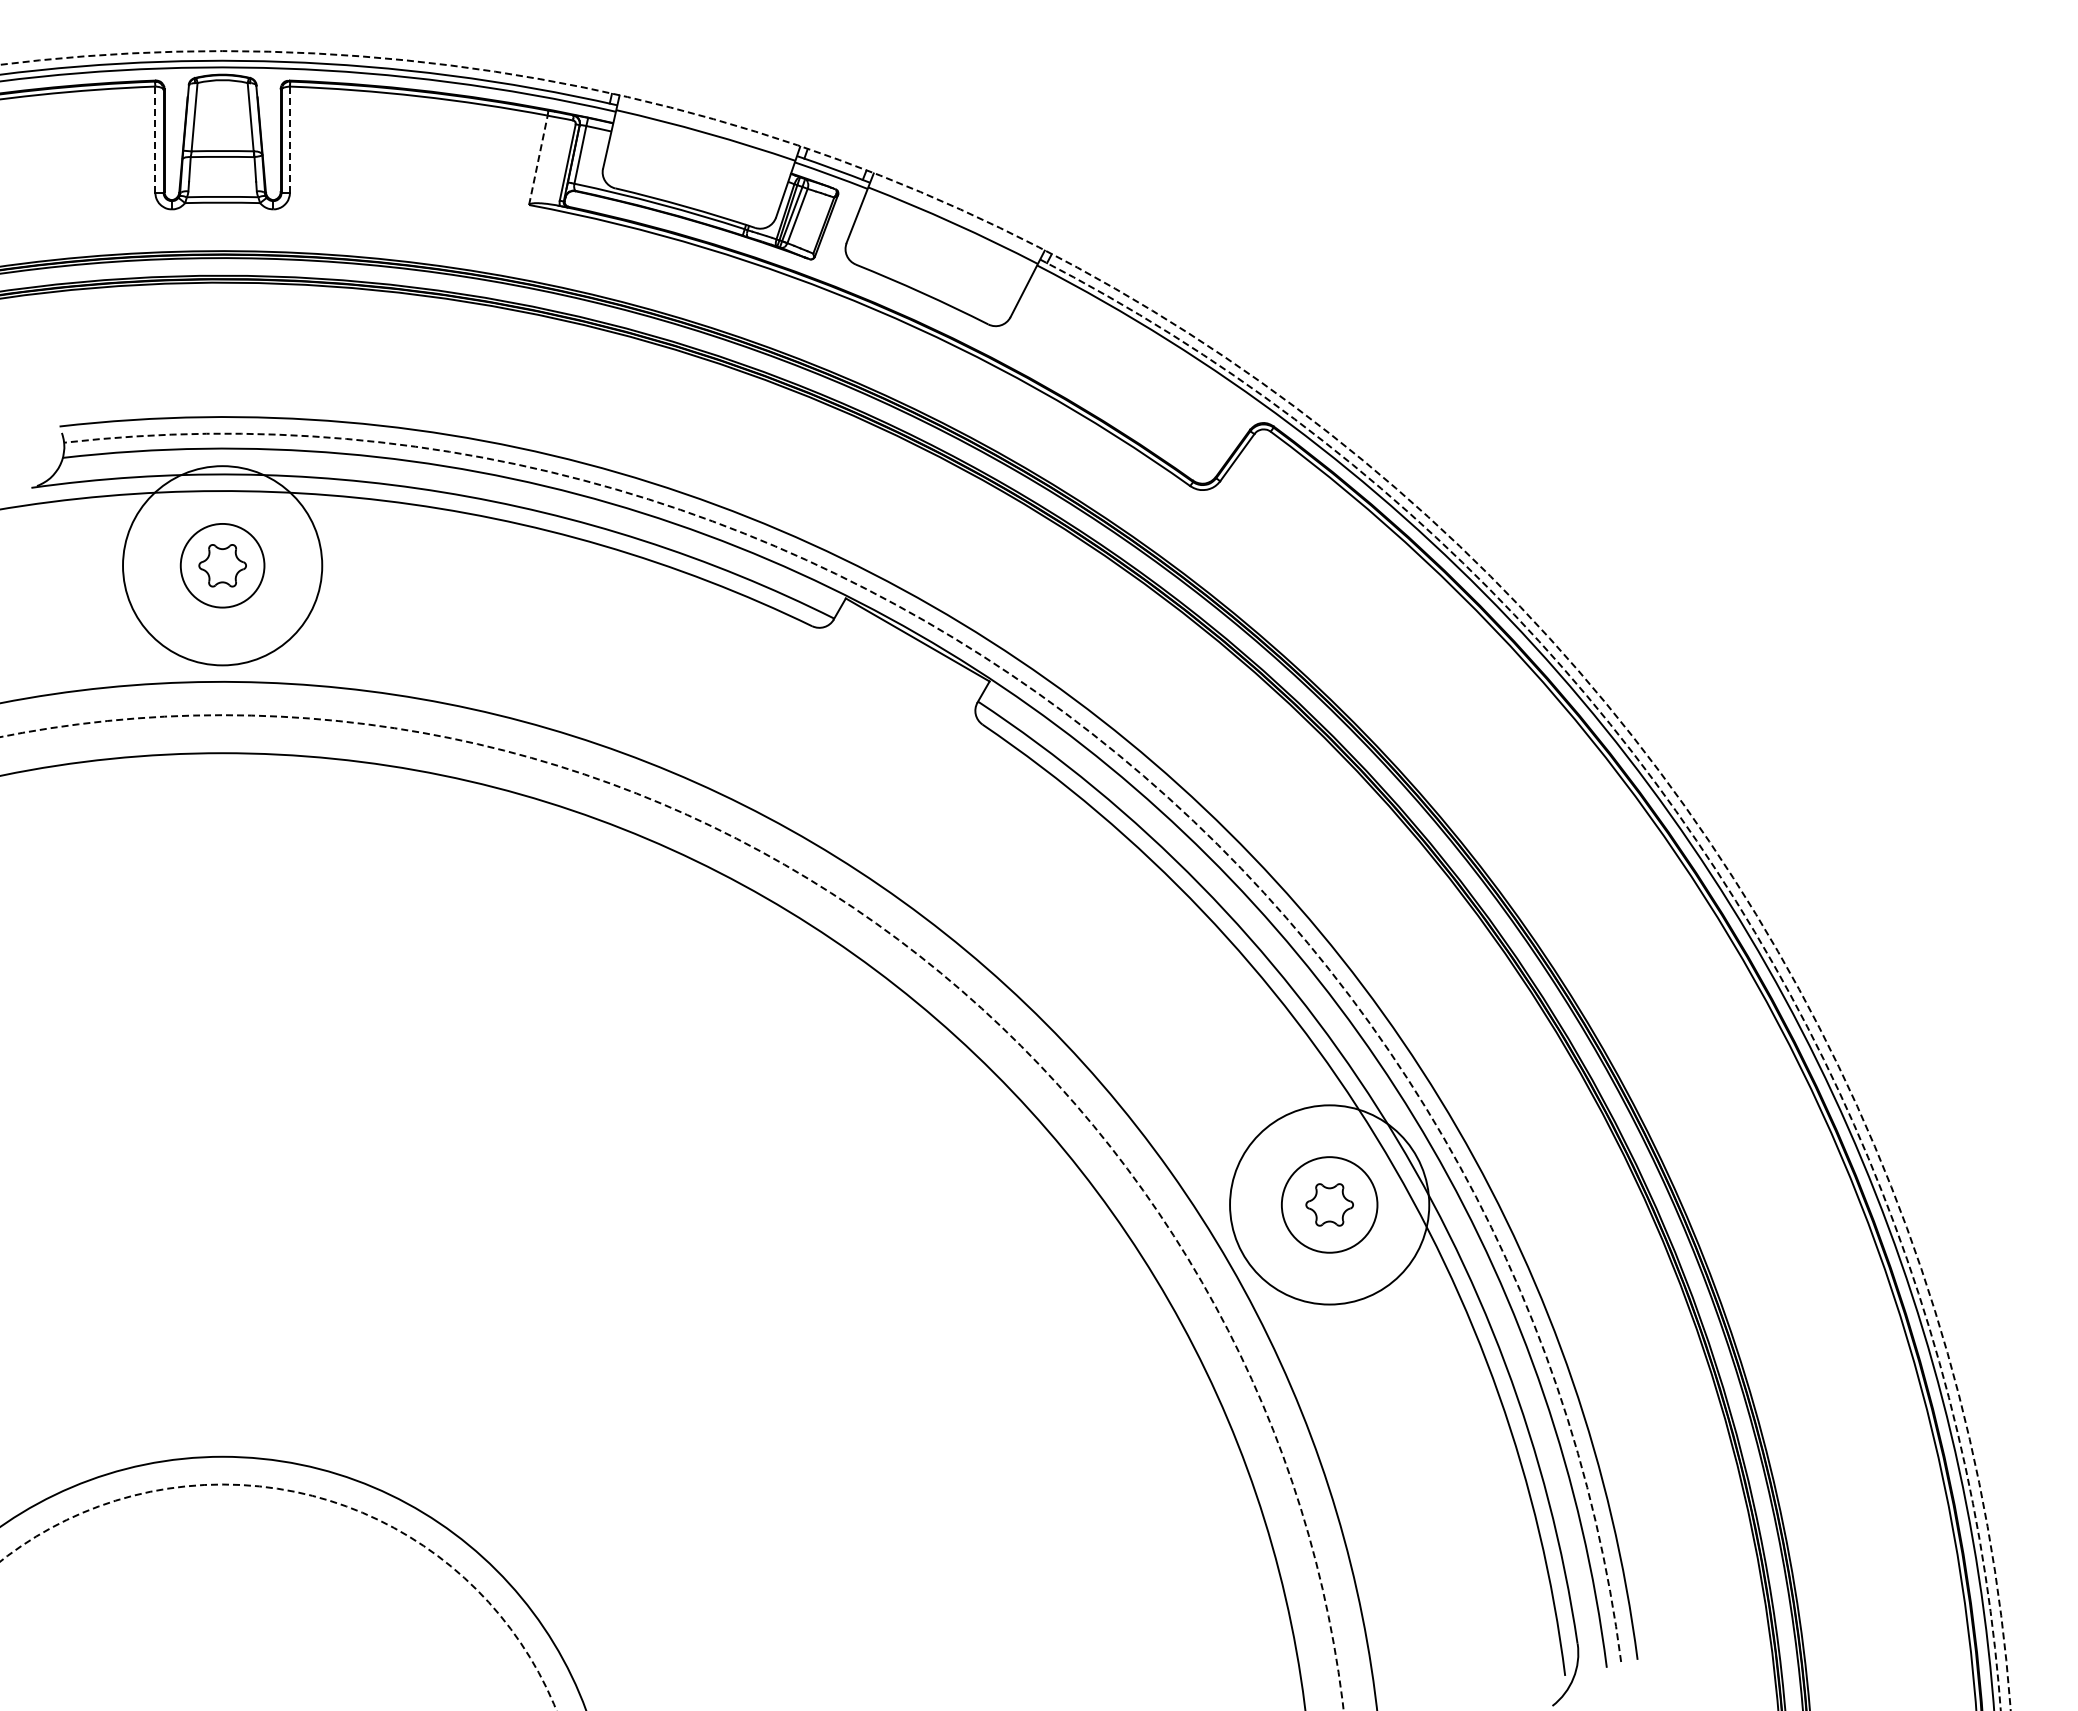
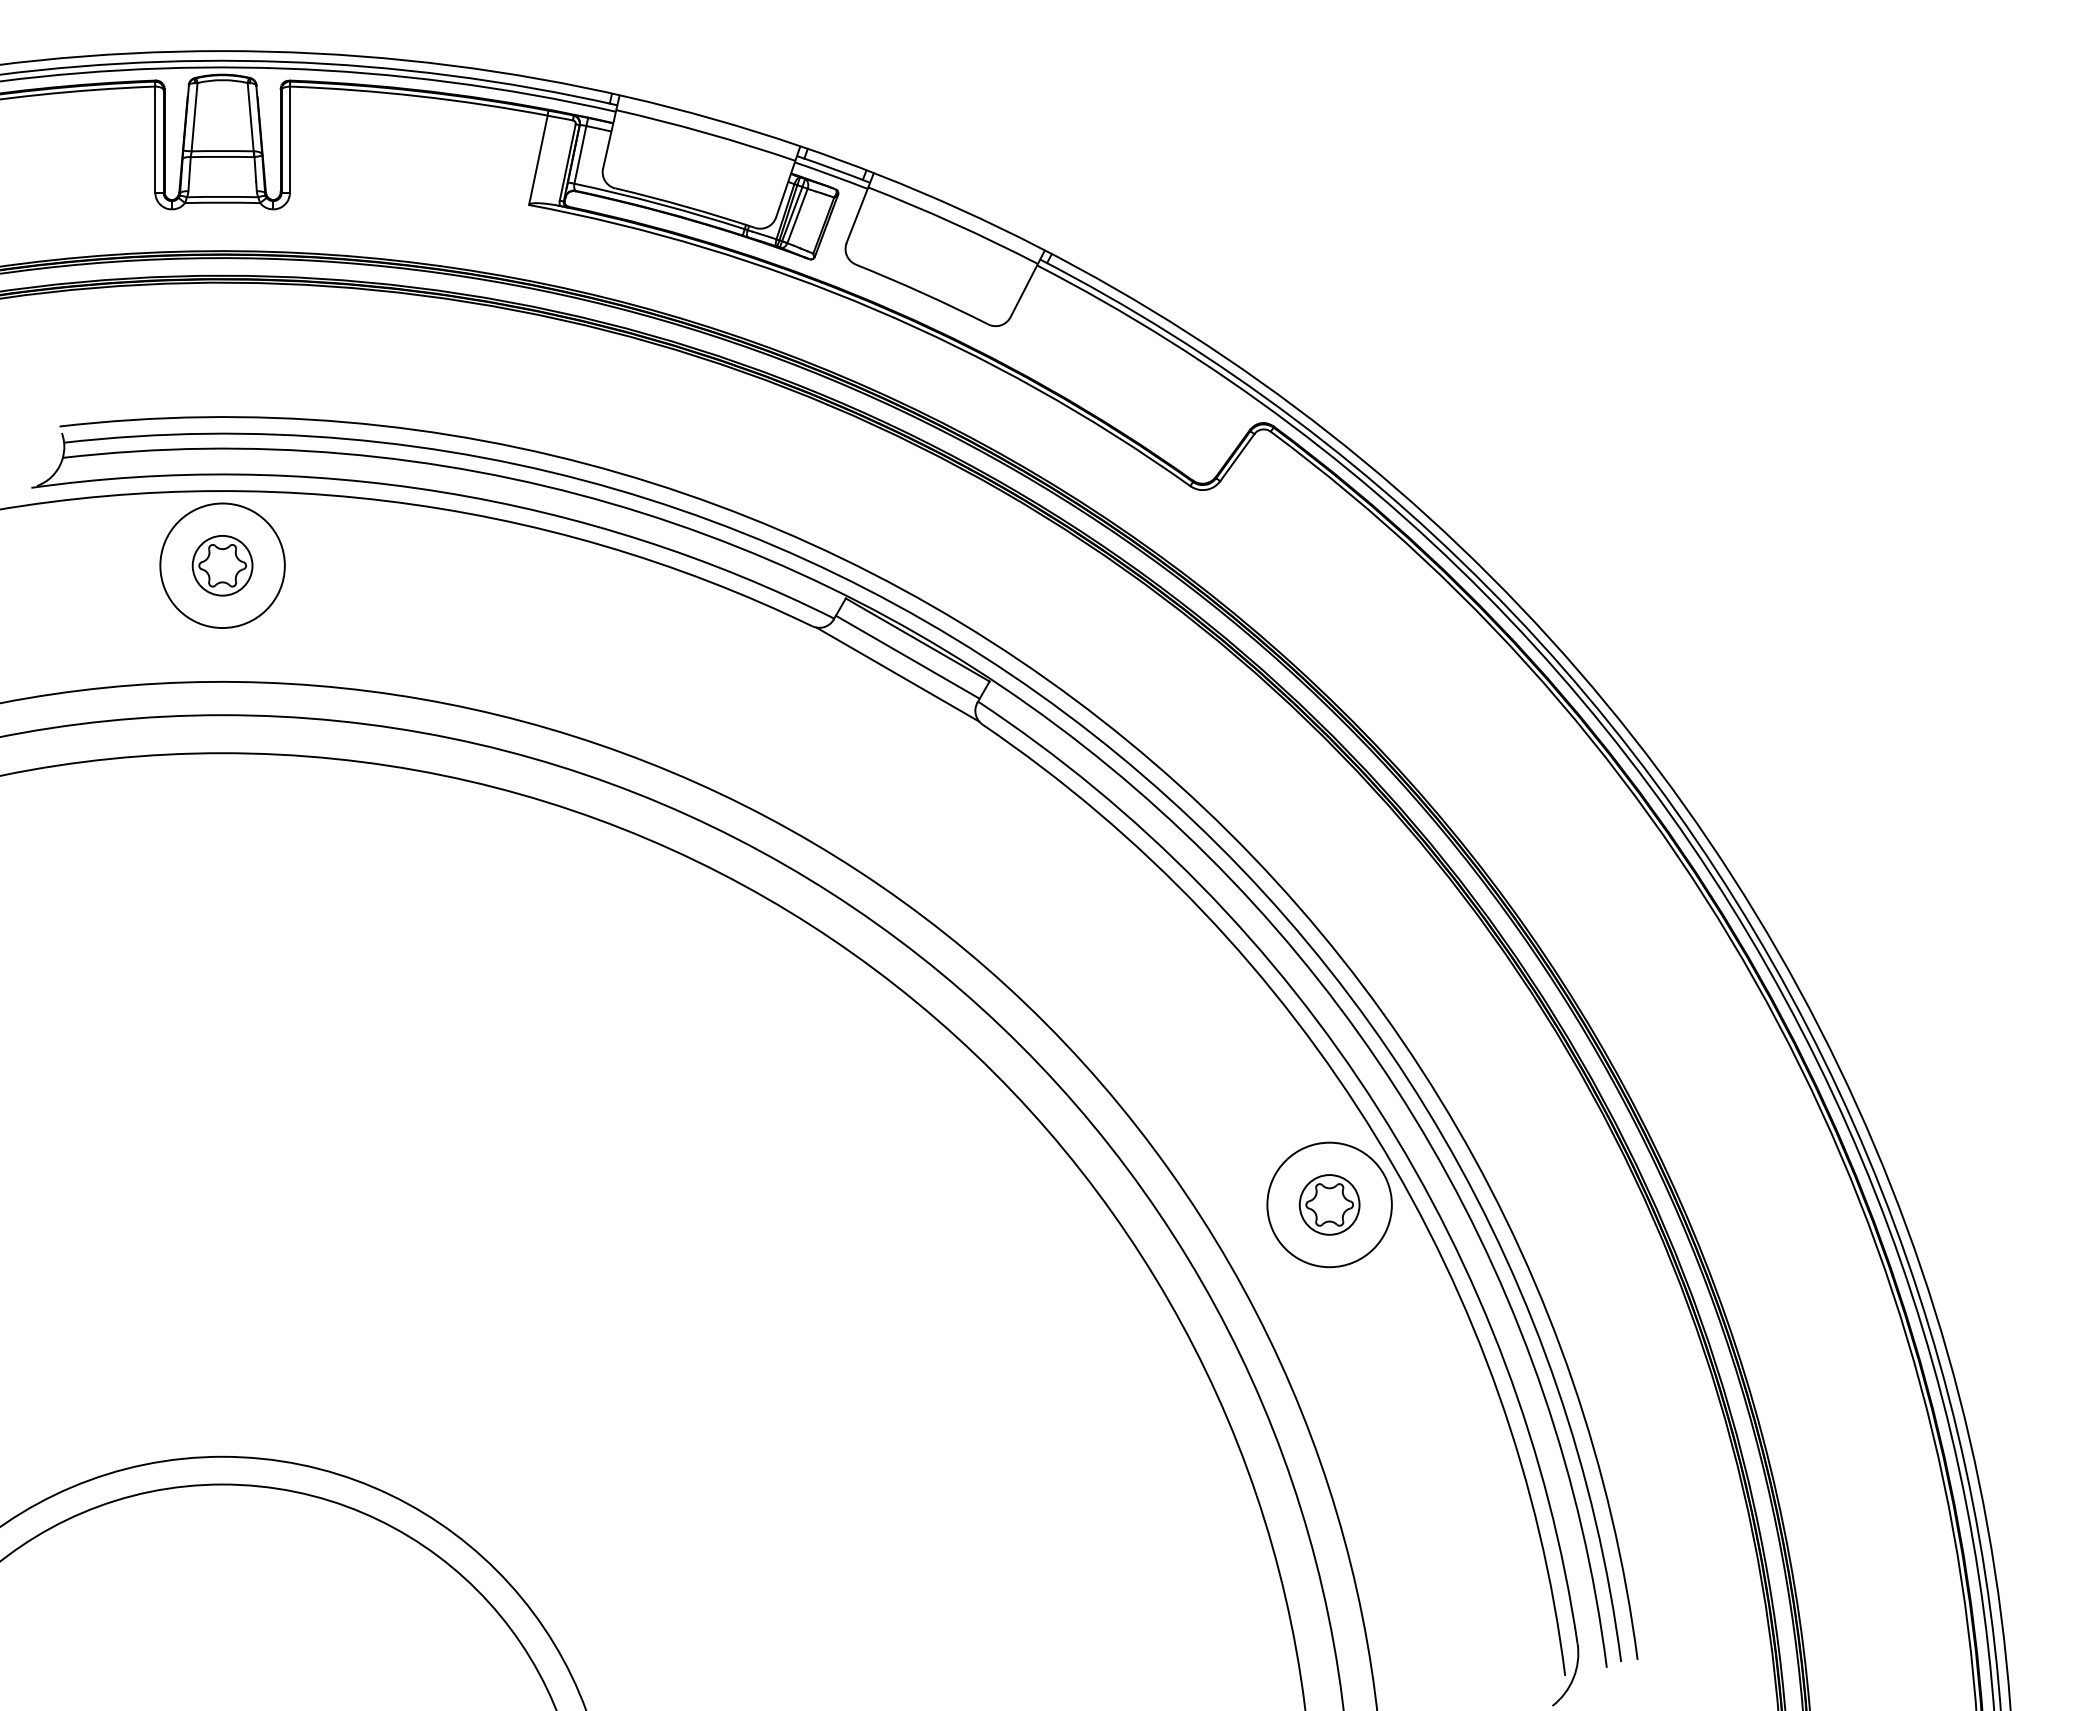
line at (289, 139): dashed -> solid
line at (155, 140): dashed -> solid
line at (538, 160): dashed -> solid
circle at (222, 565) diameter: 199 px -> 125 px
circle at (222, 565) diameter: 84 px -> 60 px
line at (907, 656): none -> present
line at (897, 674): none -> present
arc at (1092, 733): dashed -> solid
arc at (1711, 862): dashed -> solid
circle at (1005, 880): dashed -> solid
circle at (1329, 1204) diameter: 199 px -> 125 px
circle at (1329, 1204) diameter: 96 px -> 60 px
circle at (671, 1212): dashed -> solid
circle at (278, 1597): dashed -> solid
